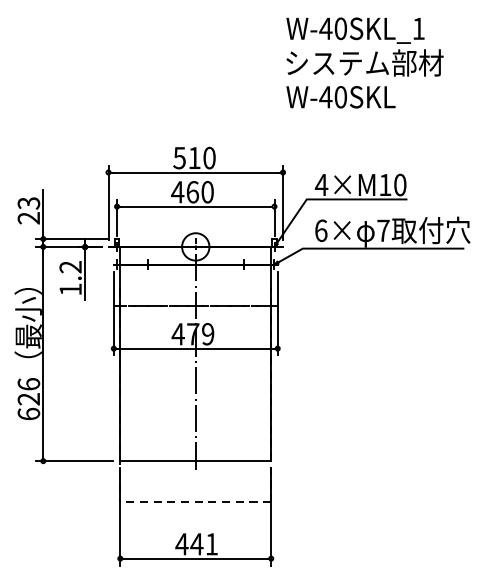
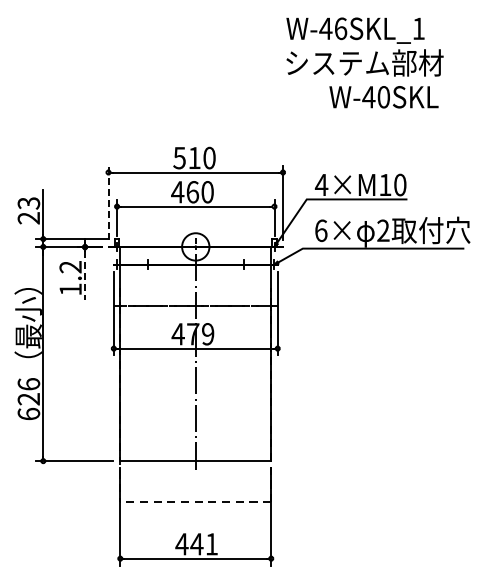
text at (340, 28): W-40SKL_1 -> W-46SKL_1
text at (340, 97) position: (340, 97) -> (383, 97)
line at (108, 202): solid -> dashed
text at (383, 230): 7 -> 2
line at (85, 276): solid -> dashed
